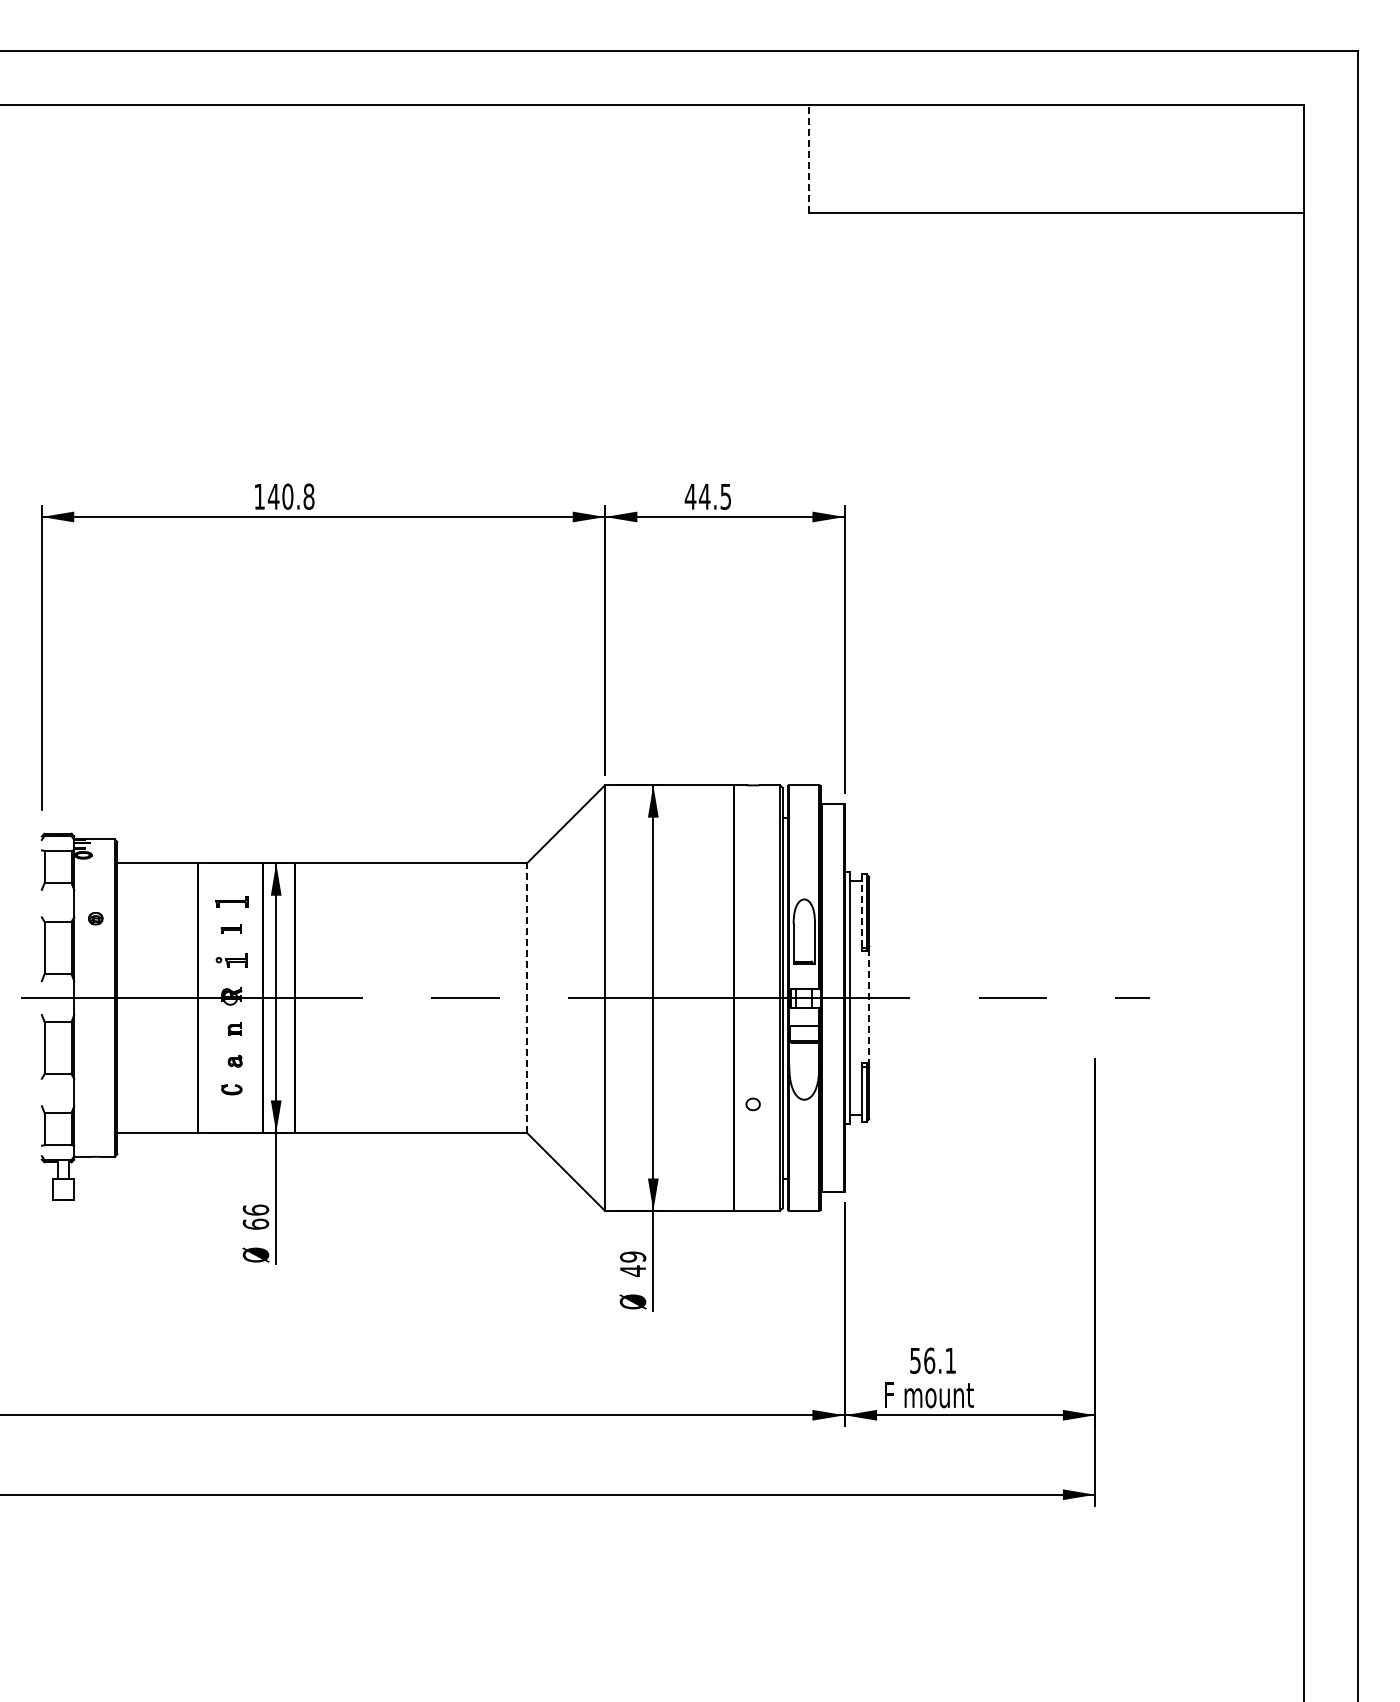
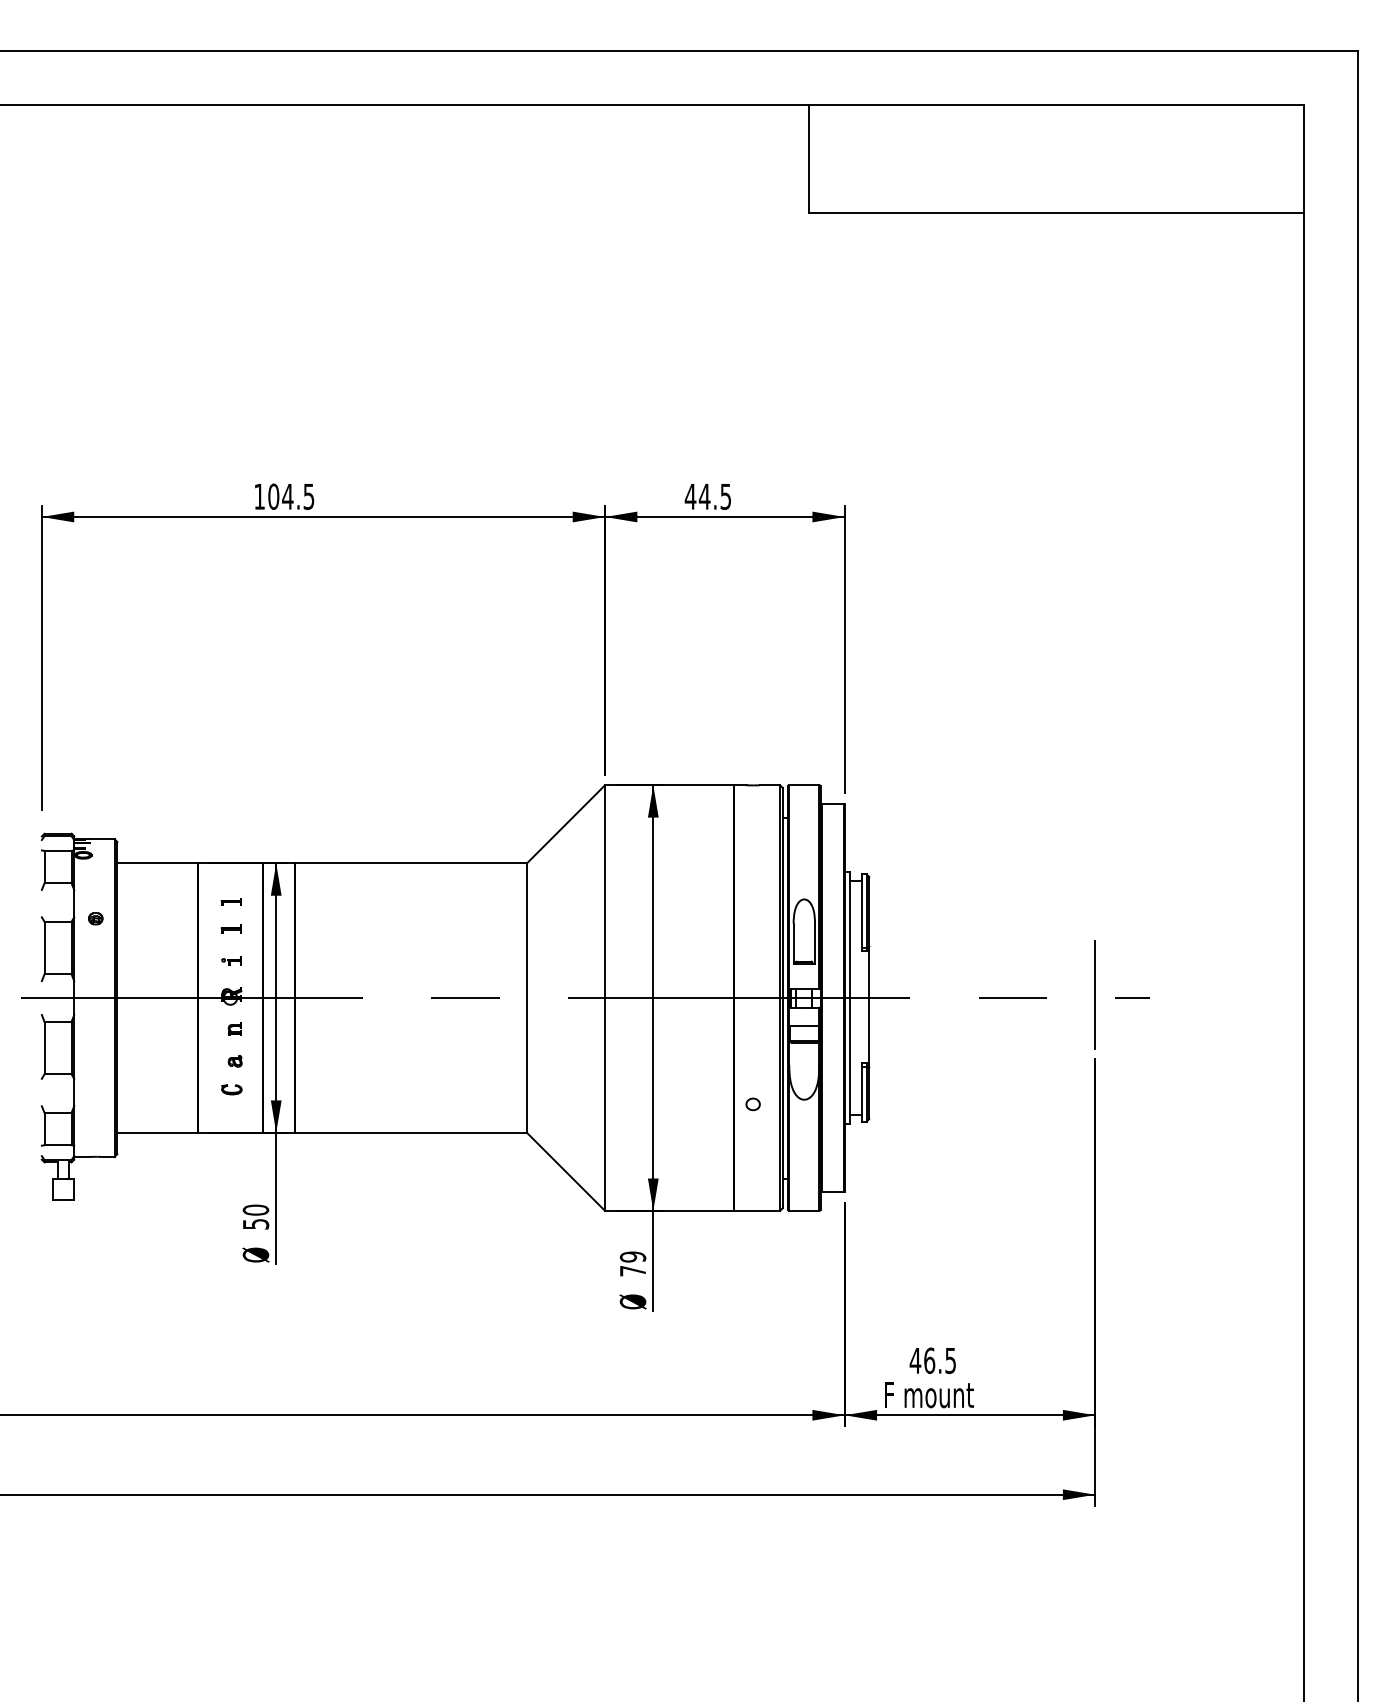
line at (808, 158): dashed -> solid
text at (290, 496): 140.8 -> 104.5
part at (231, 901) size: 34x12 px -> 22x8 px
line at (862, 911): dashed -> solid
part at (231, 960) size: 33x15 px -> 21x10 px
line at (1095, 994): none -> present
line at (526, 998): dashed -> solid
line at (869, 1006): dashed -> solid
text at (255, 1216): 66 -> 50
text at (632, 1270): 49 -> 79
text at (932, 1361): 56.1 -> 46.5
